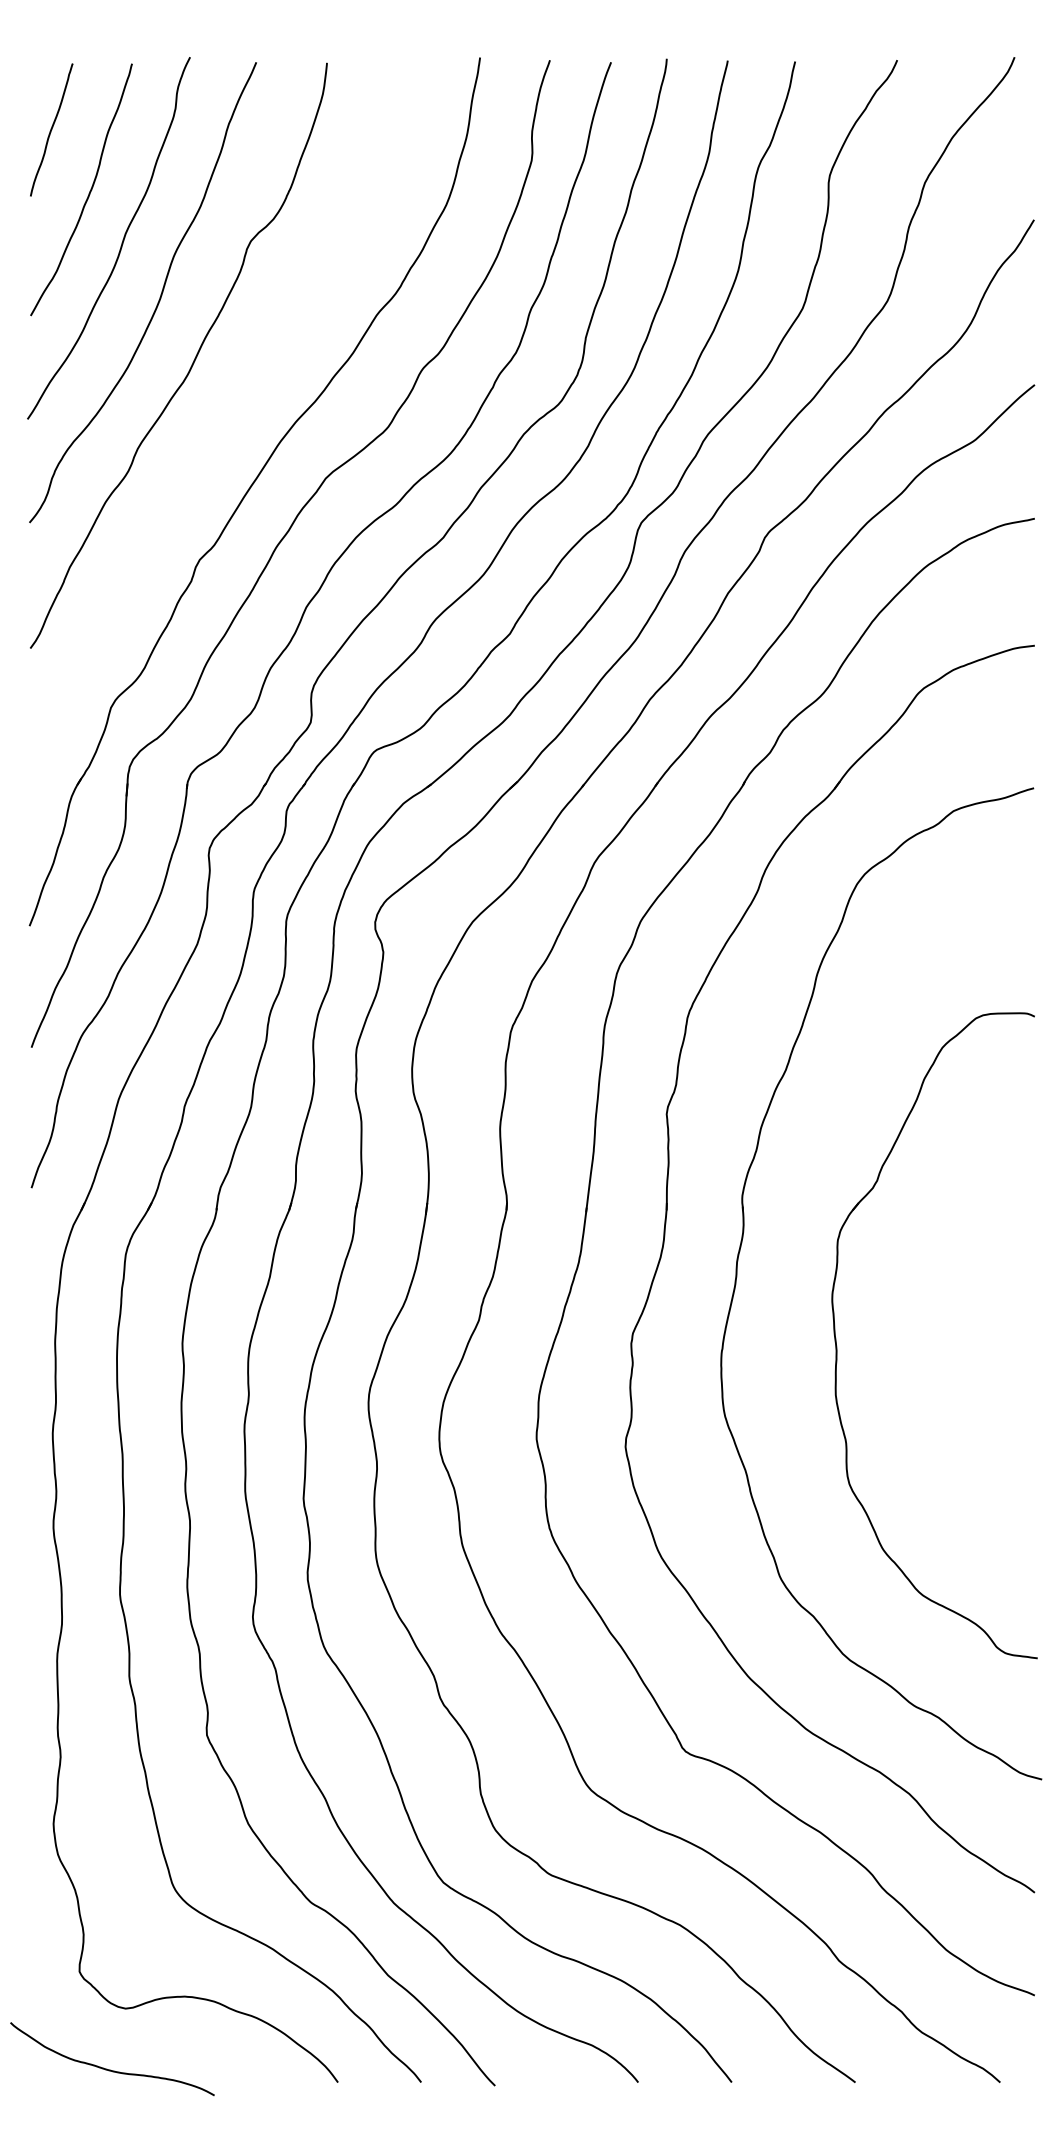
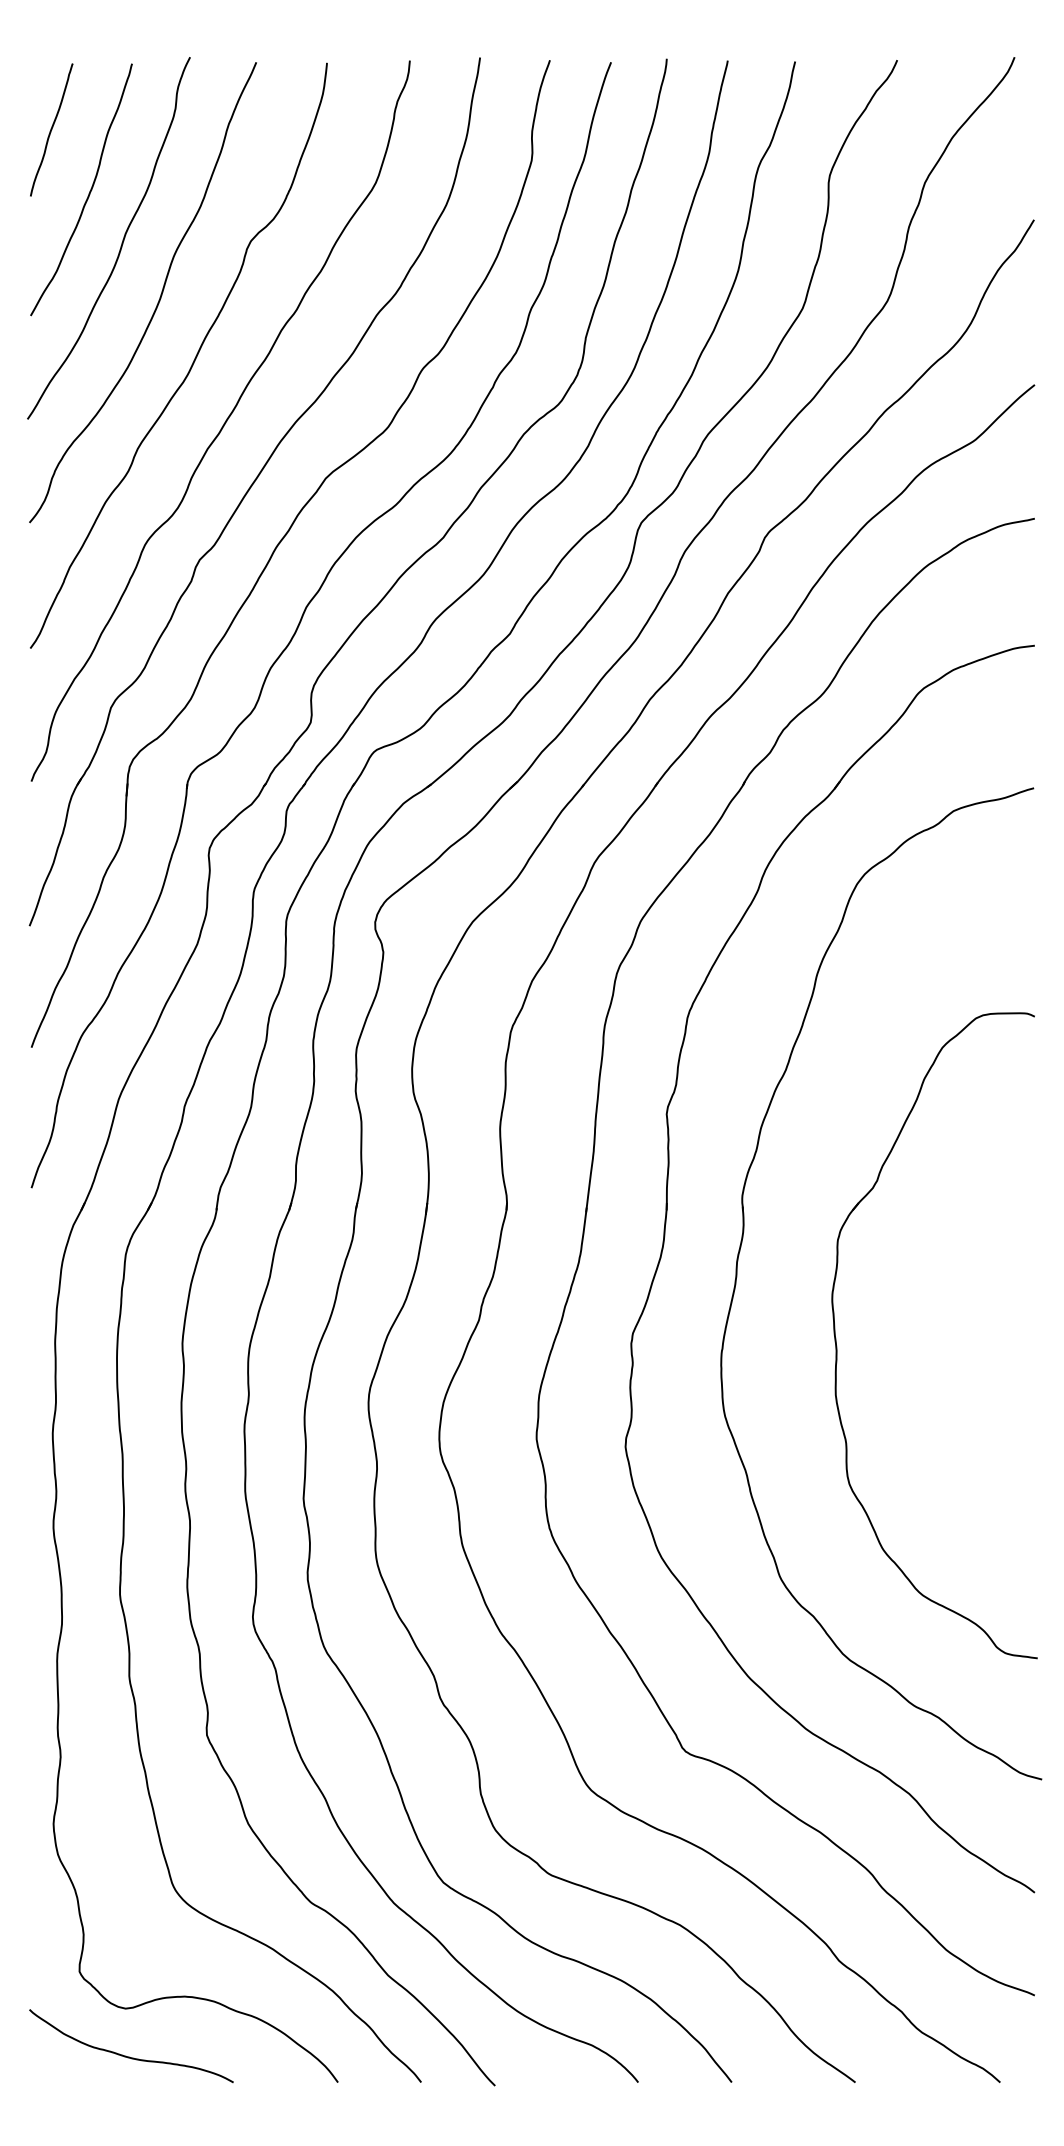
curve at (223, 423): none -> present
curve at (110, 2069) position: (110, 2069) -> (129, 2056)
